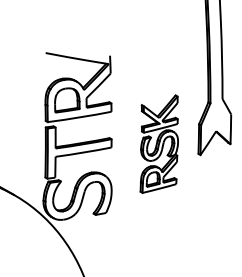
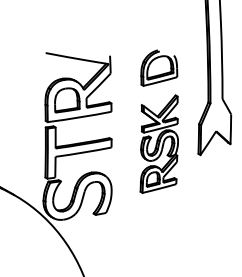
part at (159, 67): none -> present
